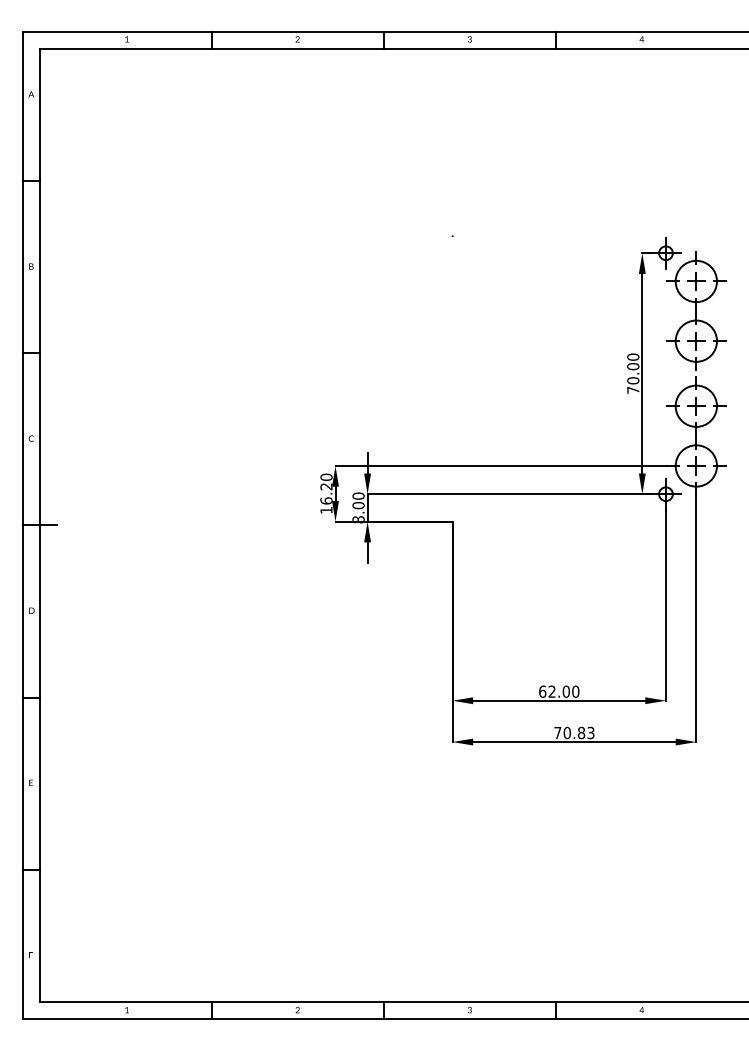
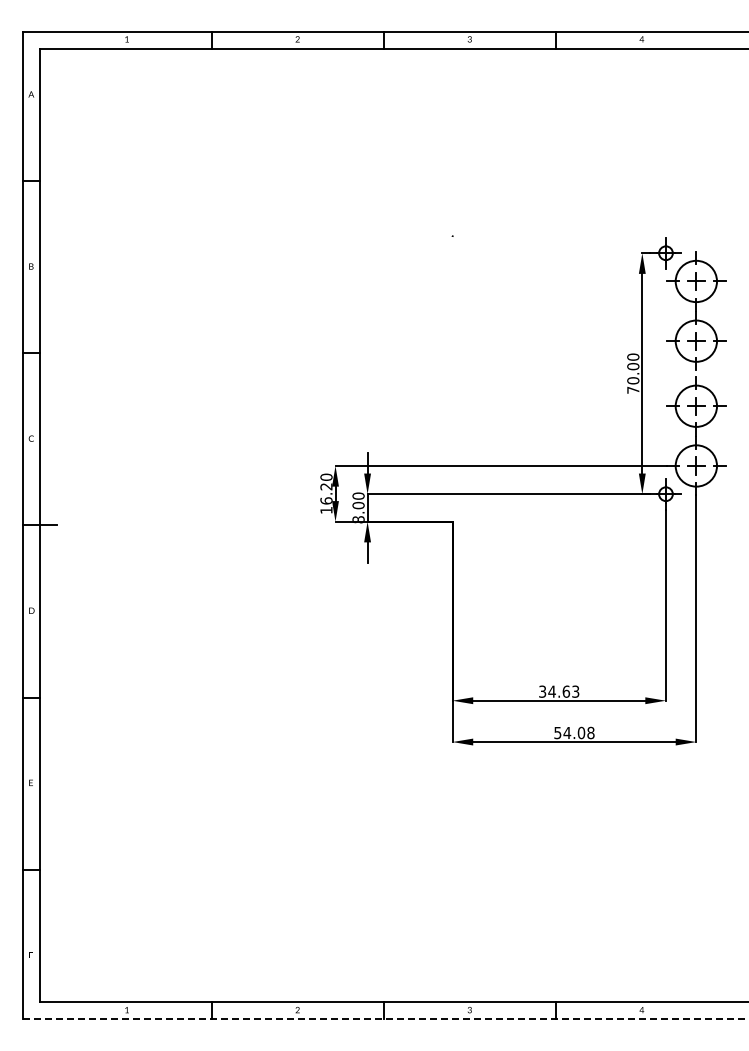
text at (559, 691): 62.00 -> 34.63
text at (574, 732): 70.83 -> 54.08
line at (385, 1019): solid -> dashed
